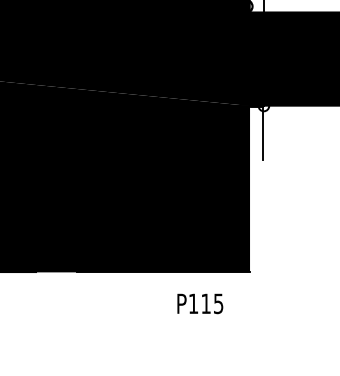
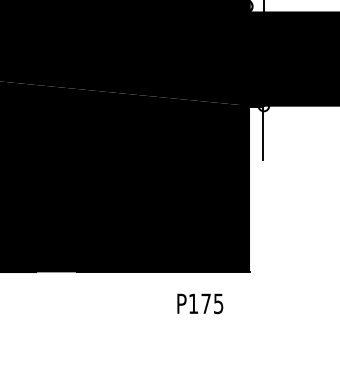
text at (205, 303): P115 -> P175
